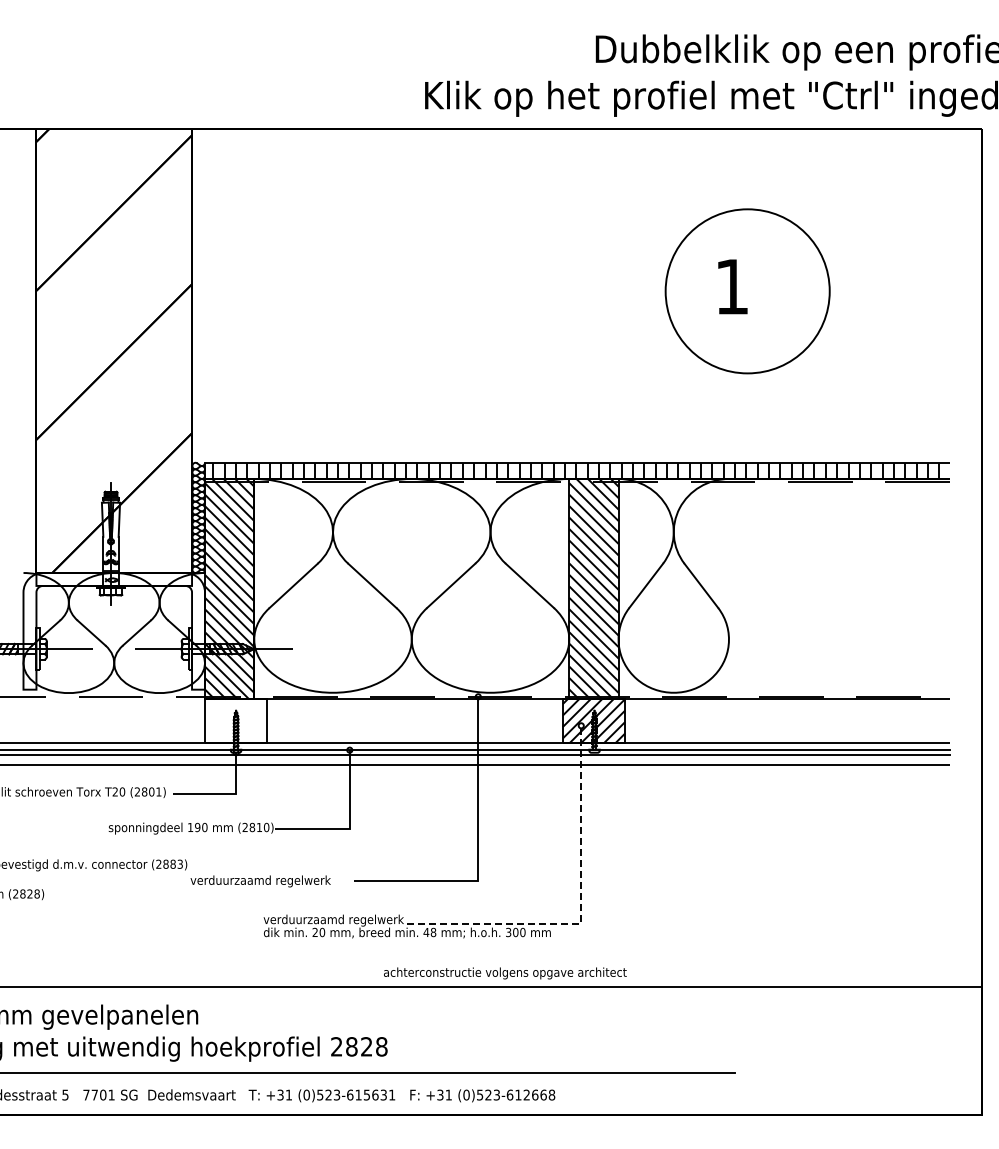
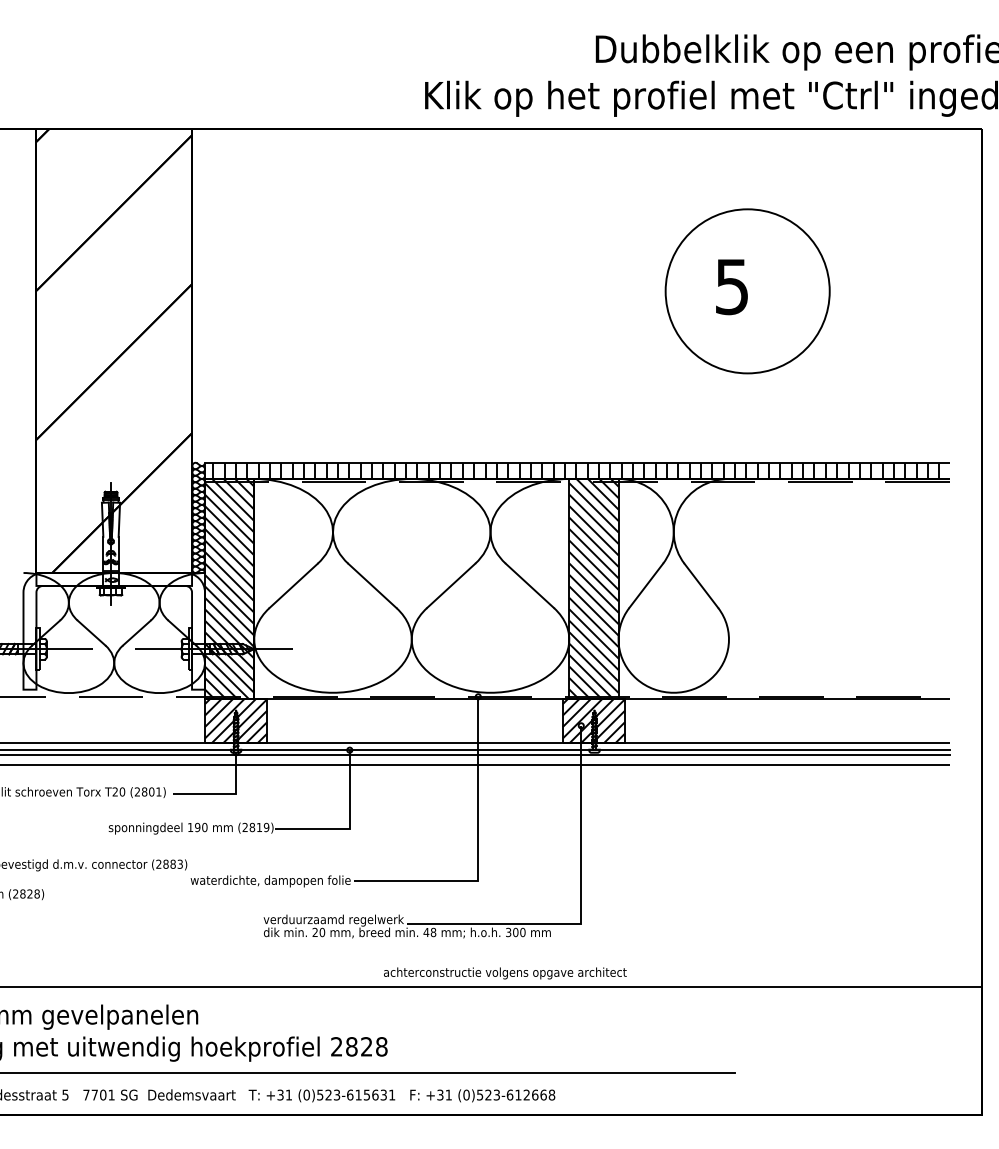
text at (731, 287): 1 -> 5
hatch at (236, 720): none -> present
text at (266, 827): (2810) -> (2819)
text at (270, 881): verduurzaamd regelwerk -> waterdichte, dampopen folie
line at (581, 912): dashed -> solid
